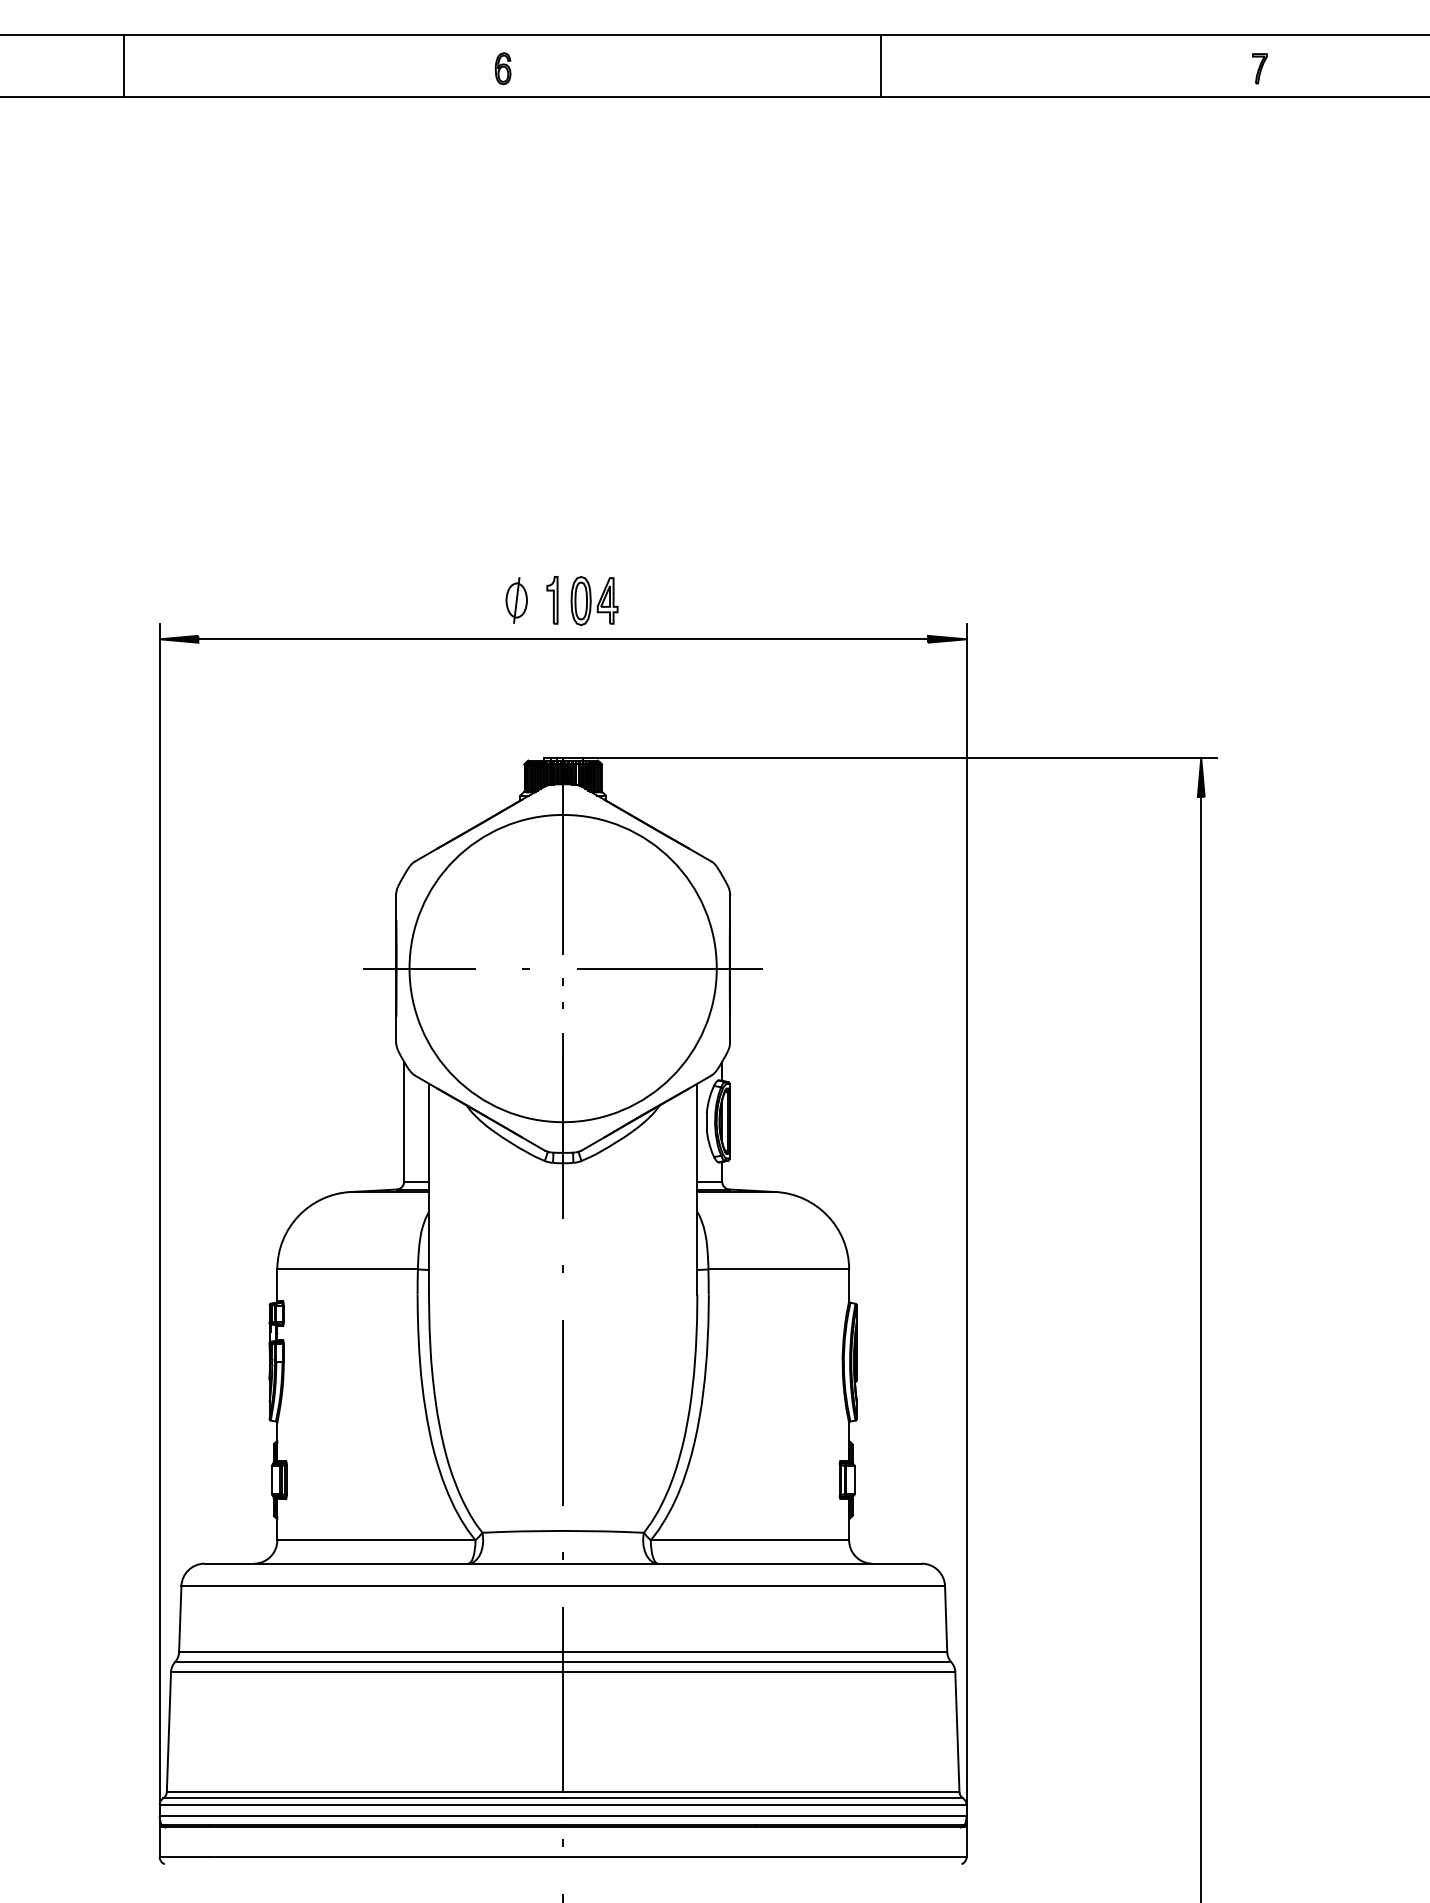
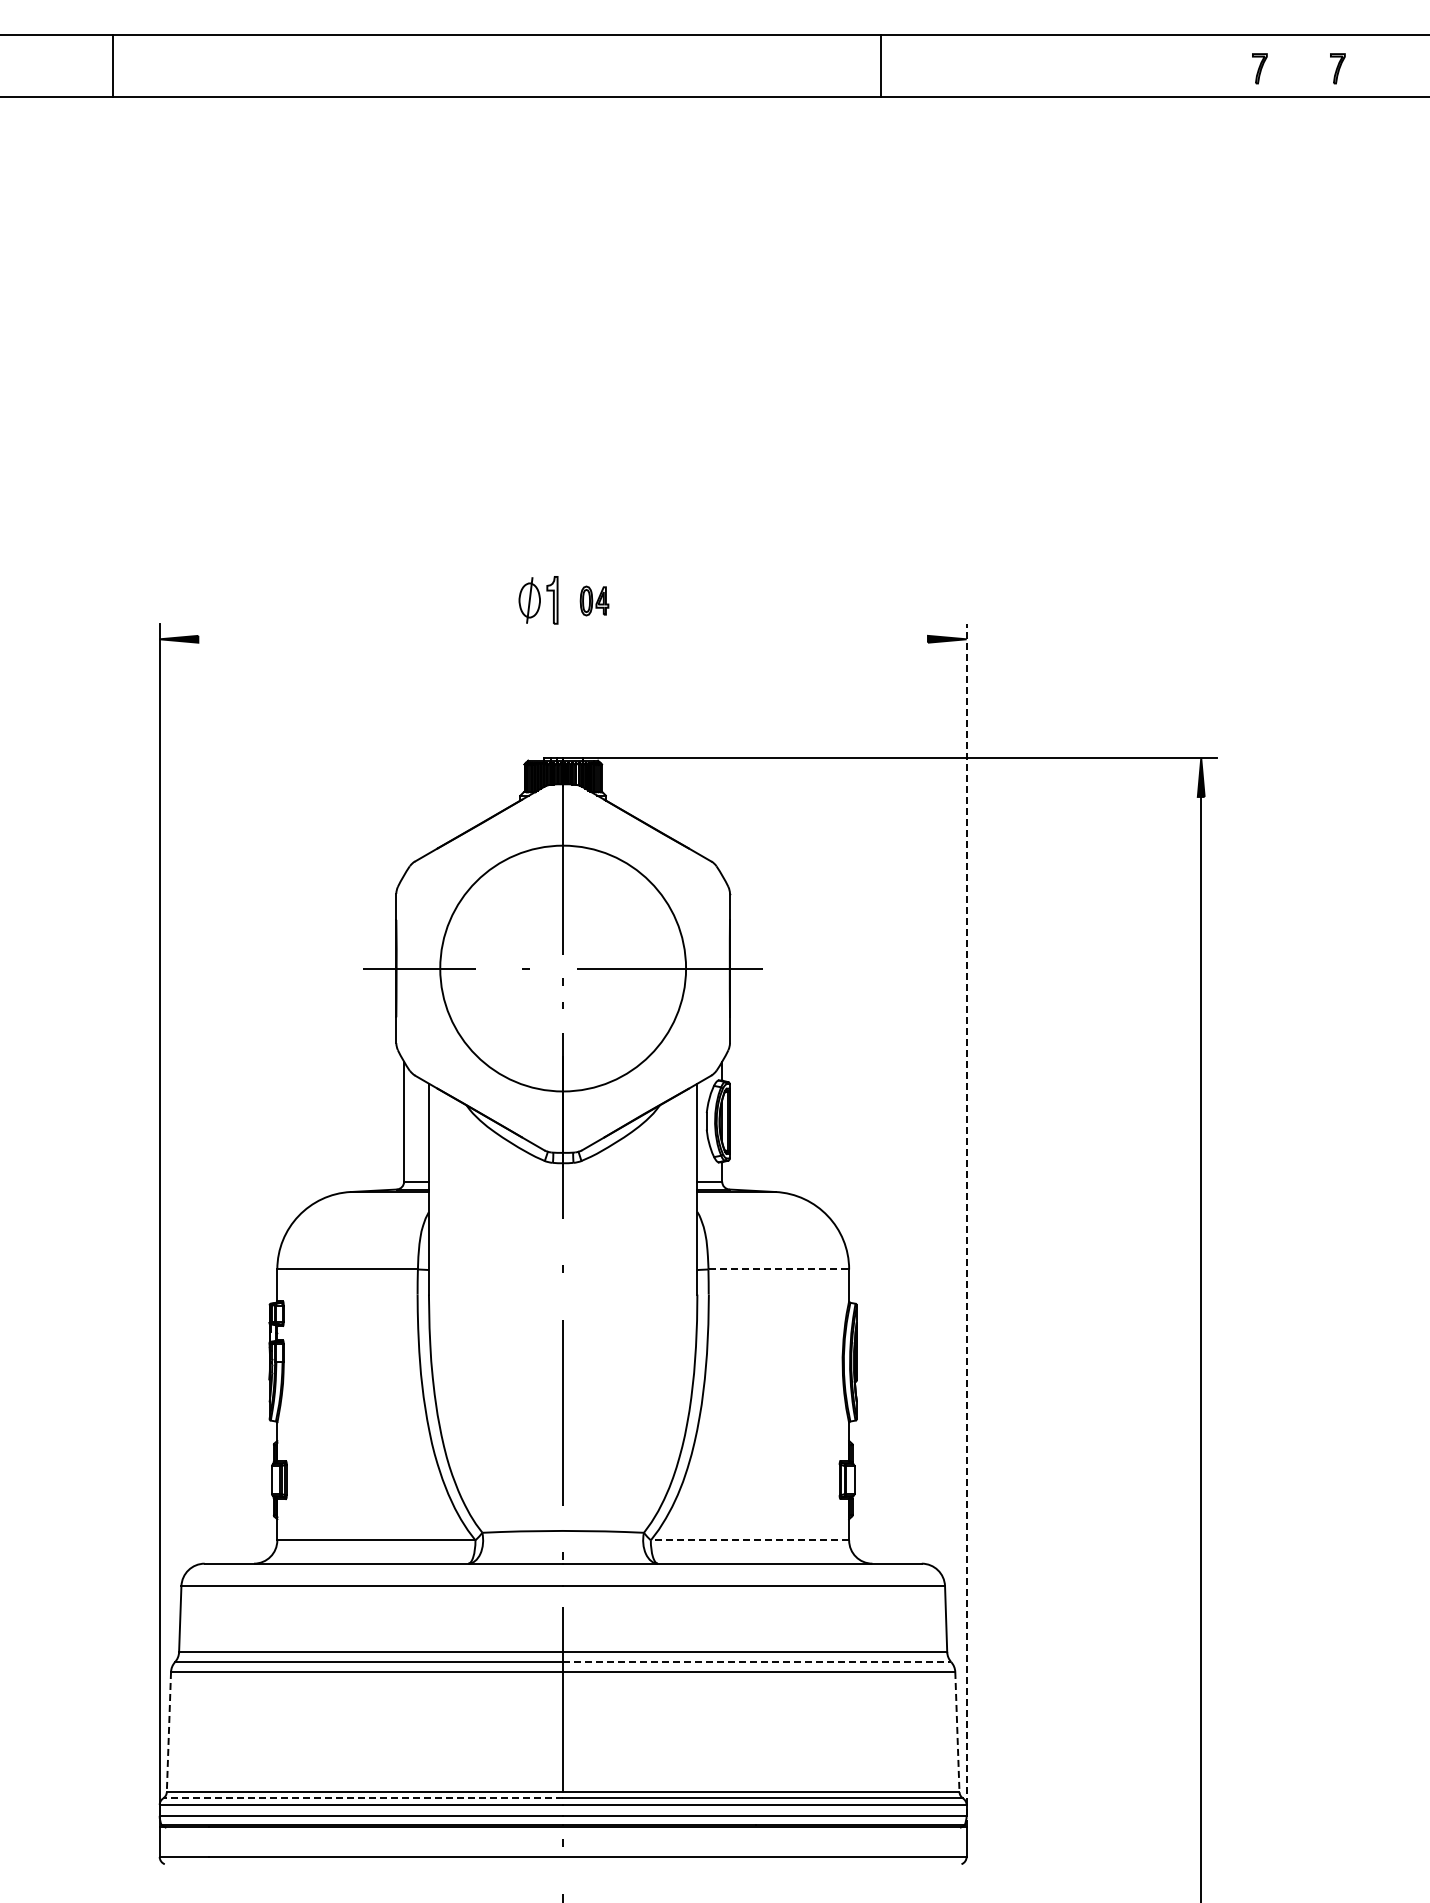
line at (124, 65) position: (124, 65) -> (113, 65)
part at (502, 68): present -> none
part at (1337, 68): none -> present
part at (516, 600) position: (516, 600) -> (529, 600)
part at (594, 600) size: 49x50 px -> 31x32 px
line at (562, 639): present -> none
circle at (562, 968) diameter: 307 px -> 246 px
line at (966, 1225): solid -> dashed
line at (779, 1269): solid -> dashed
line at (749, 1540): solid -> dashed
line at (757, 1662): solid -> dashed
line at (168, 1732): solid -> dashed
line at (957, 1732): solid -> dashed
line at (363, 1798): solid -> dashed
